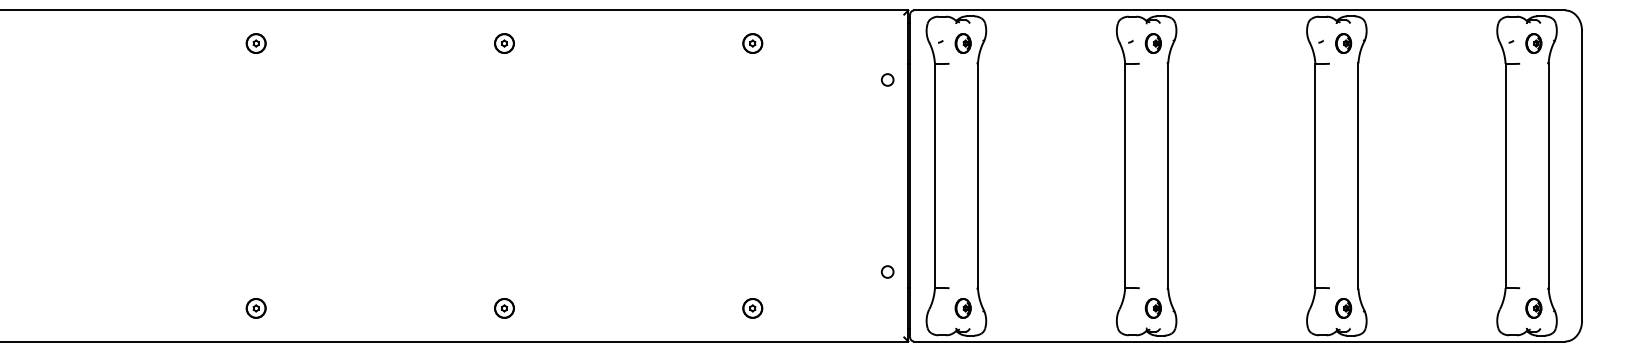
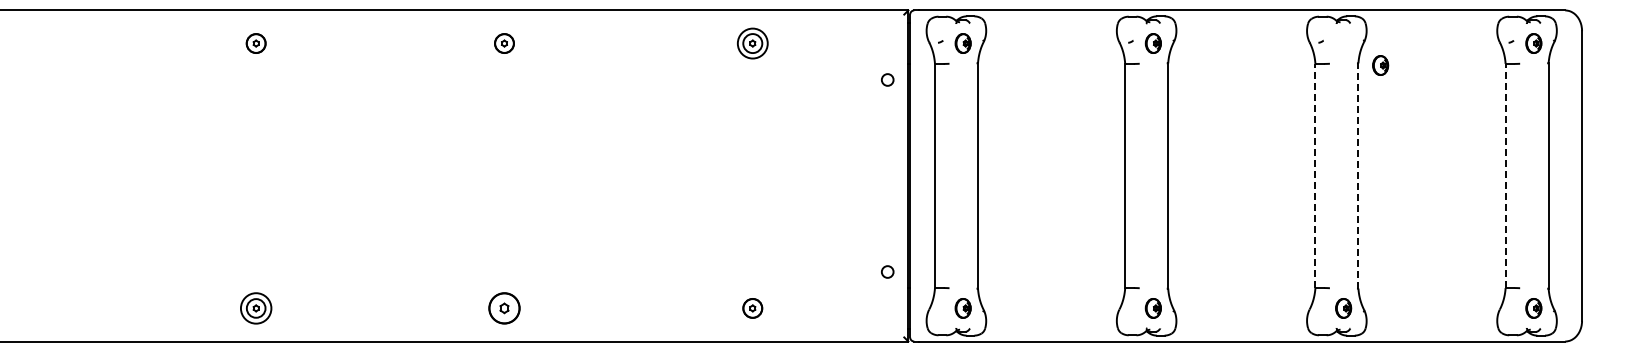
circle at (752, 43) diameter: 19 px -> 30 px
part at (1343, 43) position: (1343, 43) -> (1380, 65)
line at (1315, 175): solid -> dashed
line at (1505, 175): solid -> dashed
line at (1358, 176): solid -> dashed
circle at (255, 307) diameter: 19 px -> 30 px
part at (504, 308) size: 21x21 px -> 33x33 px
